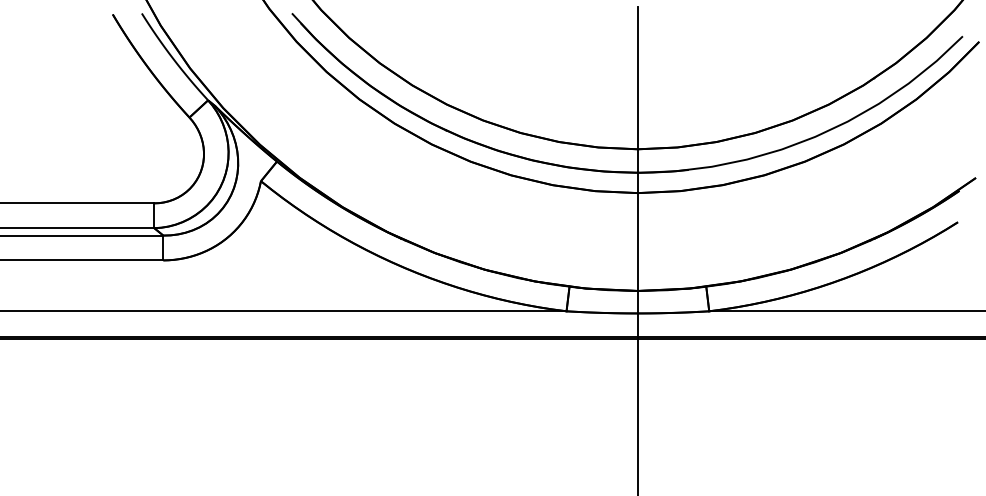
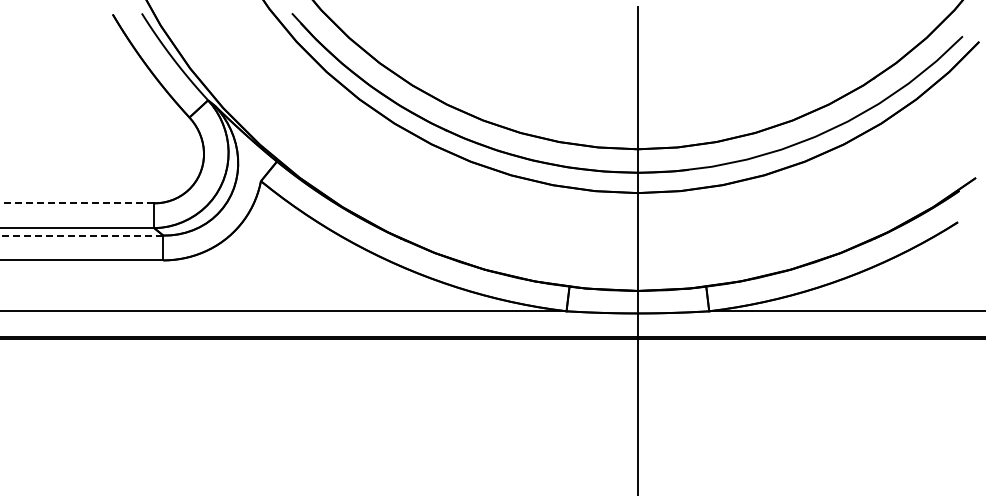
line at (77, 203): solid -> dashed
line at (81, 235): solid -> dashed
